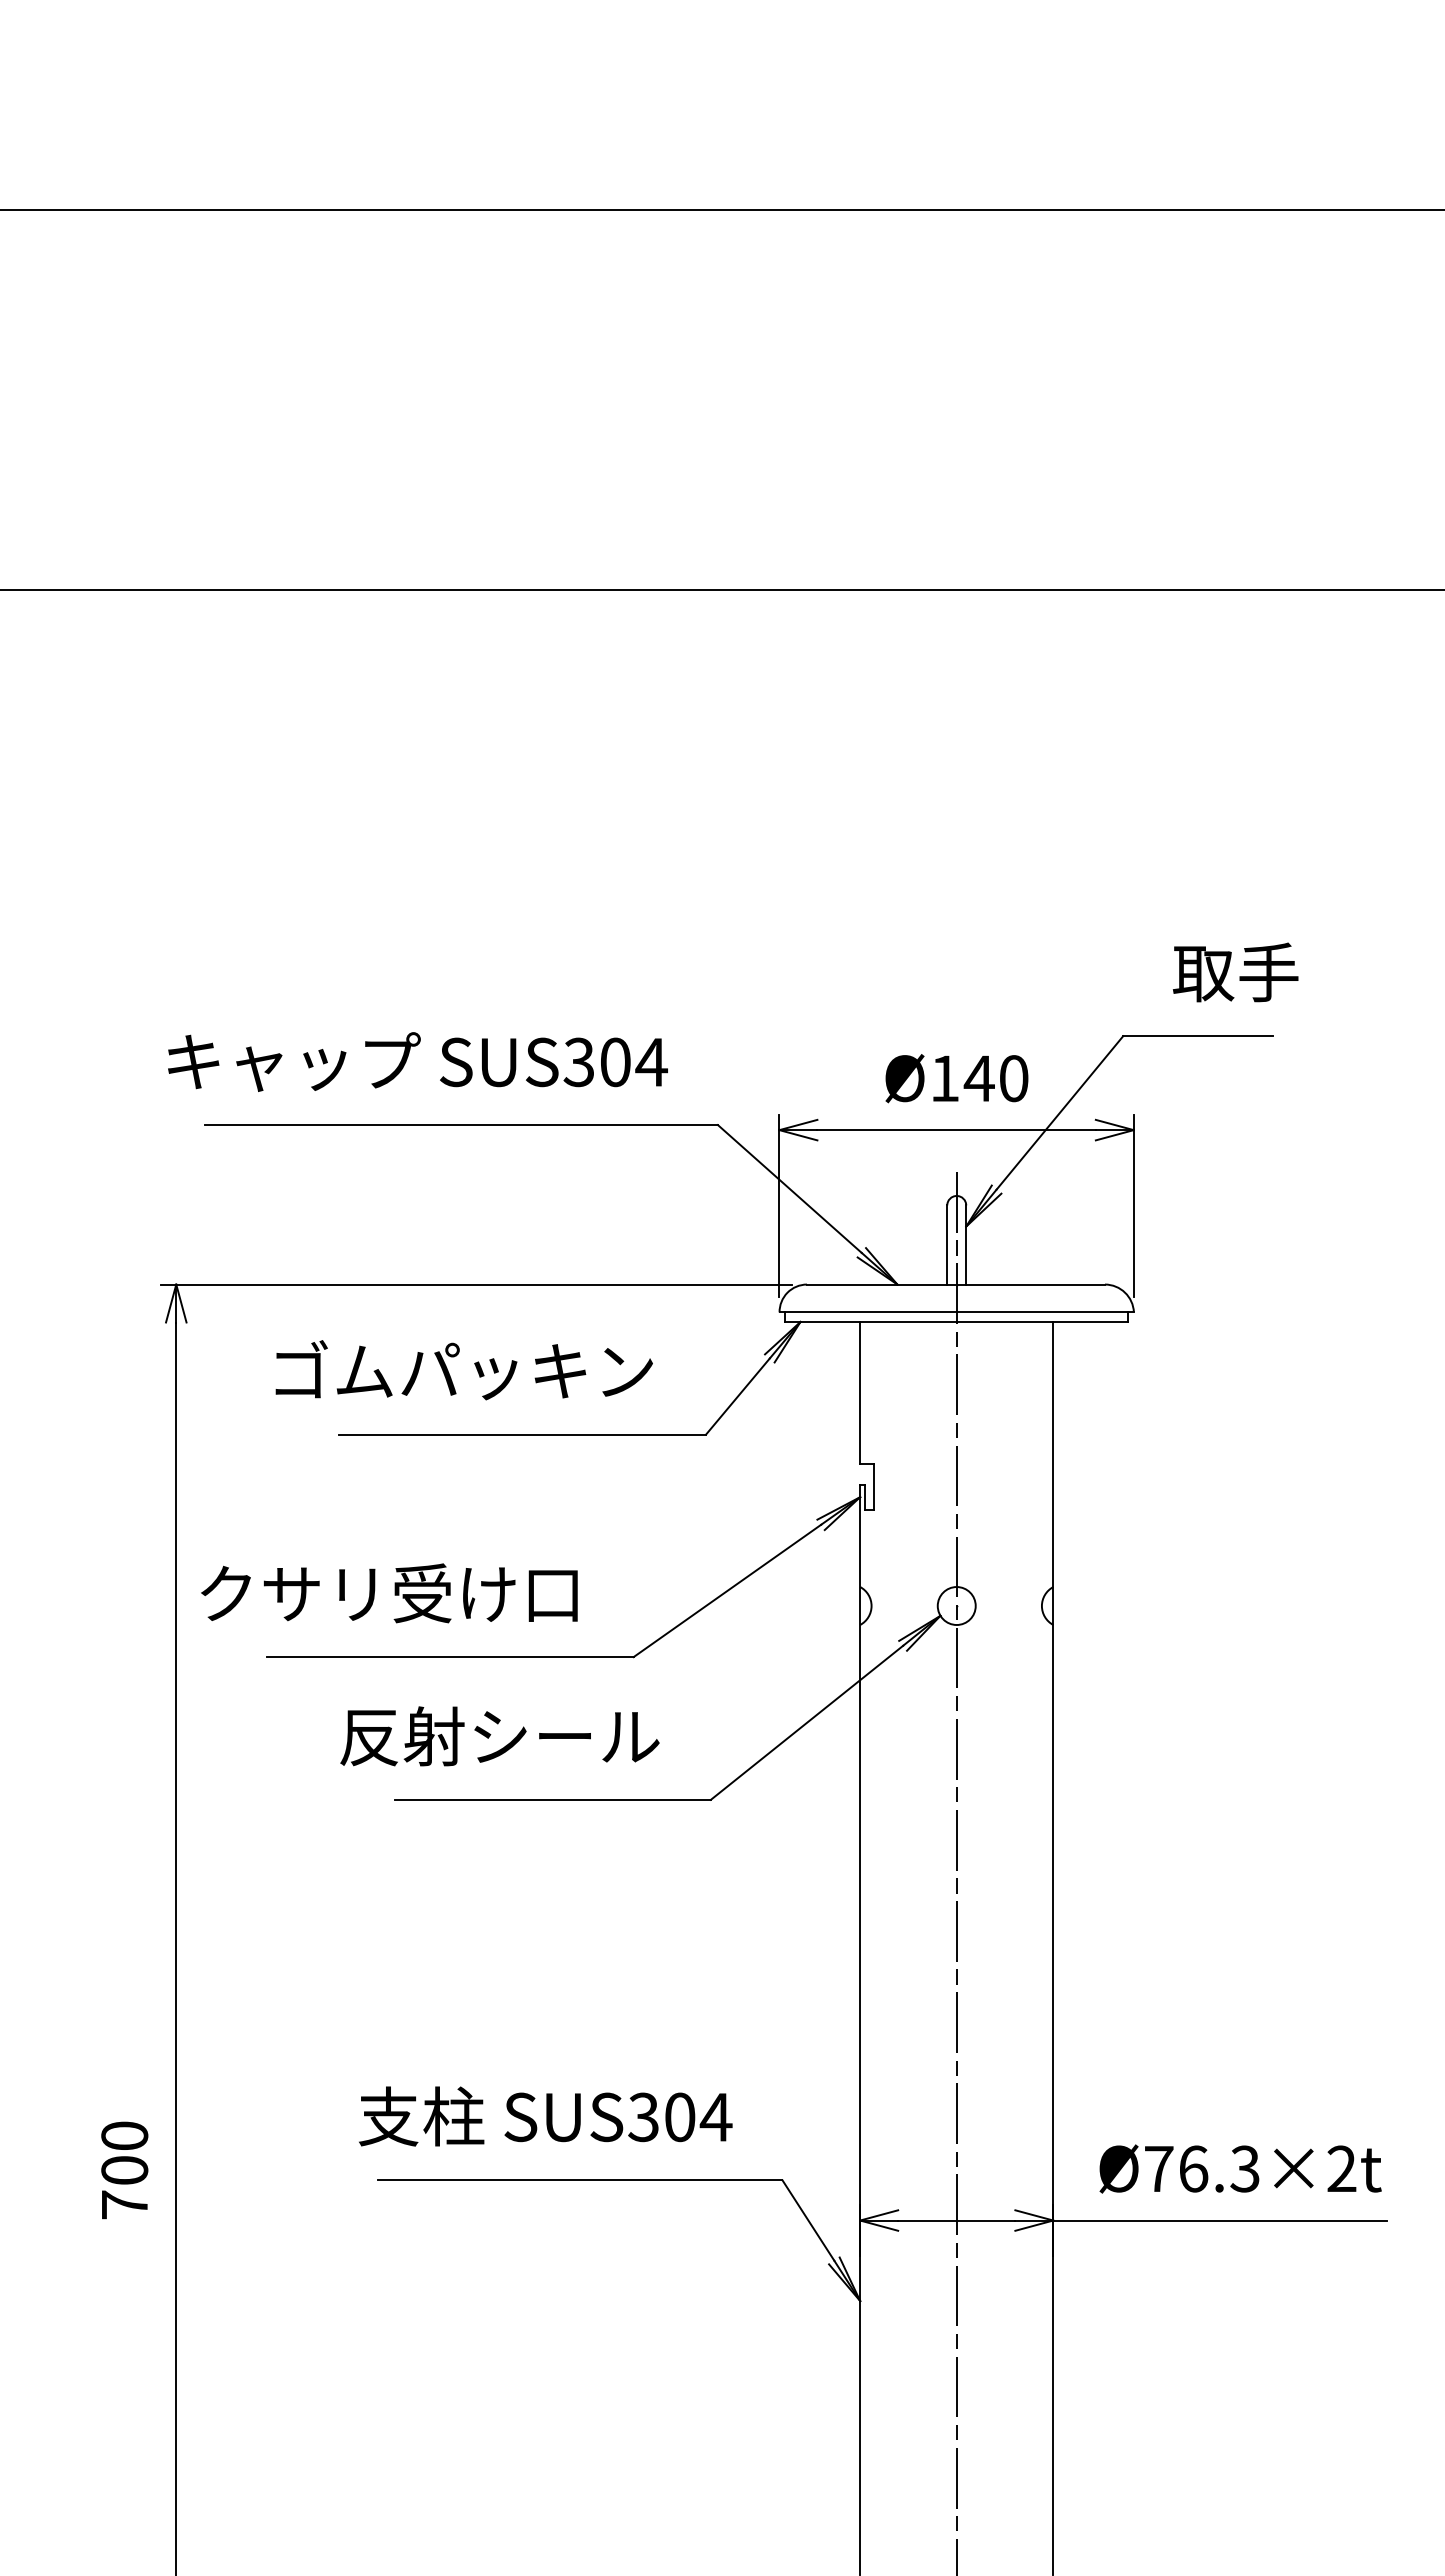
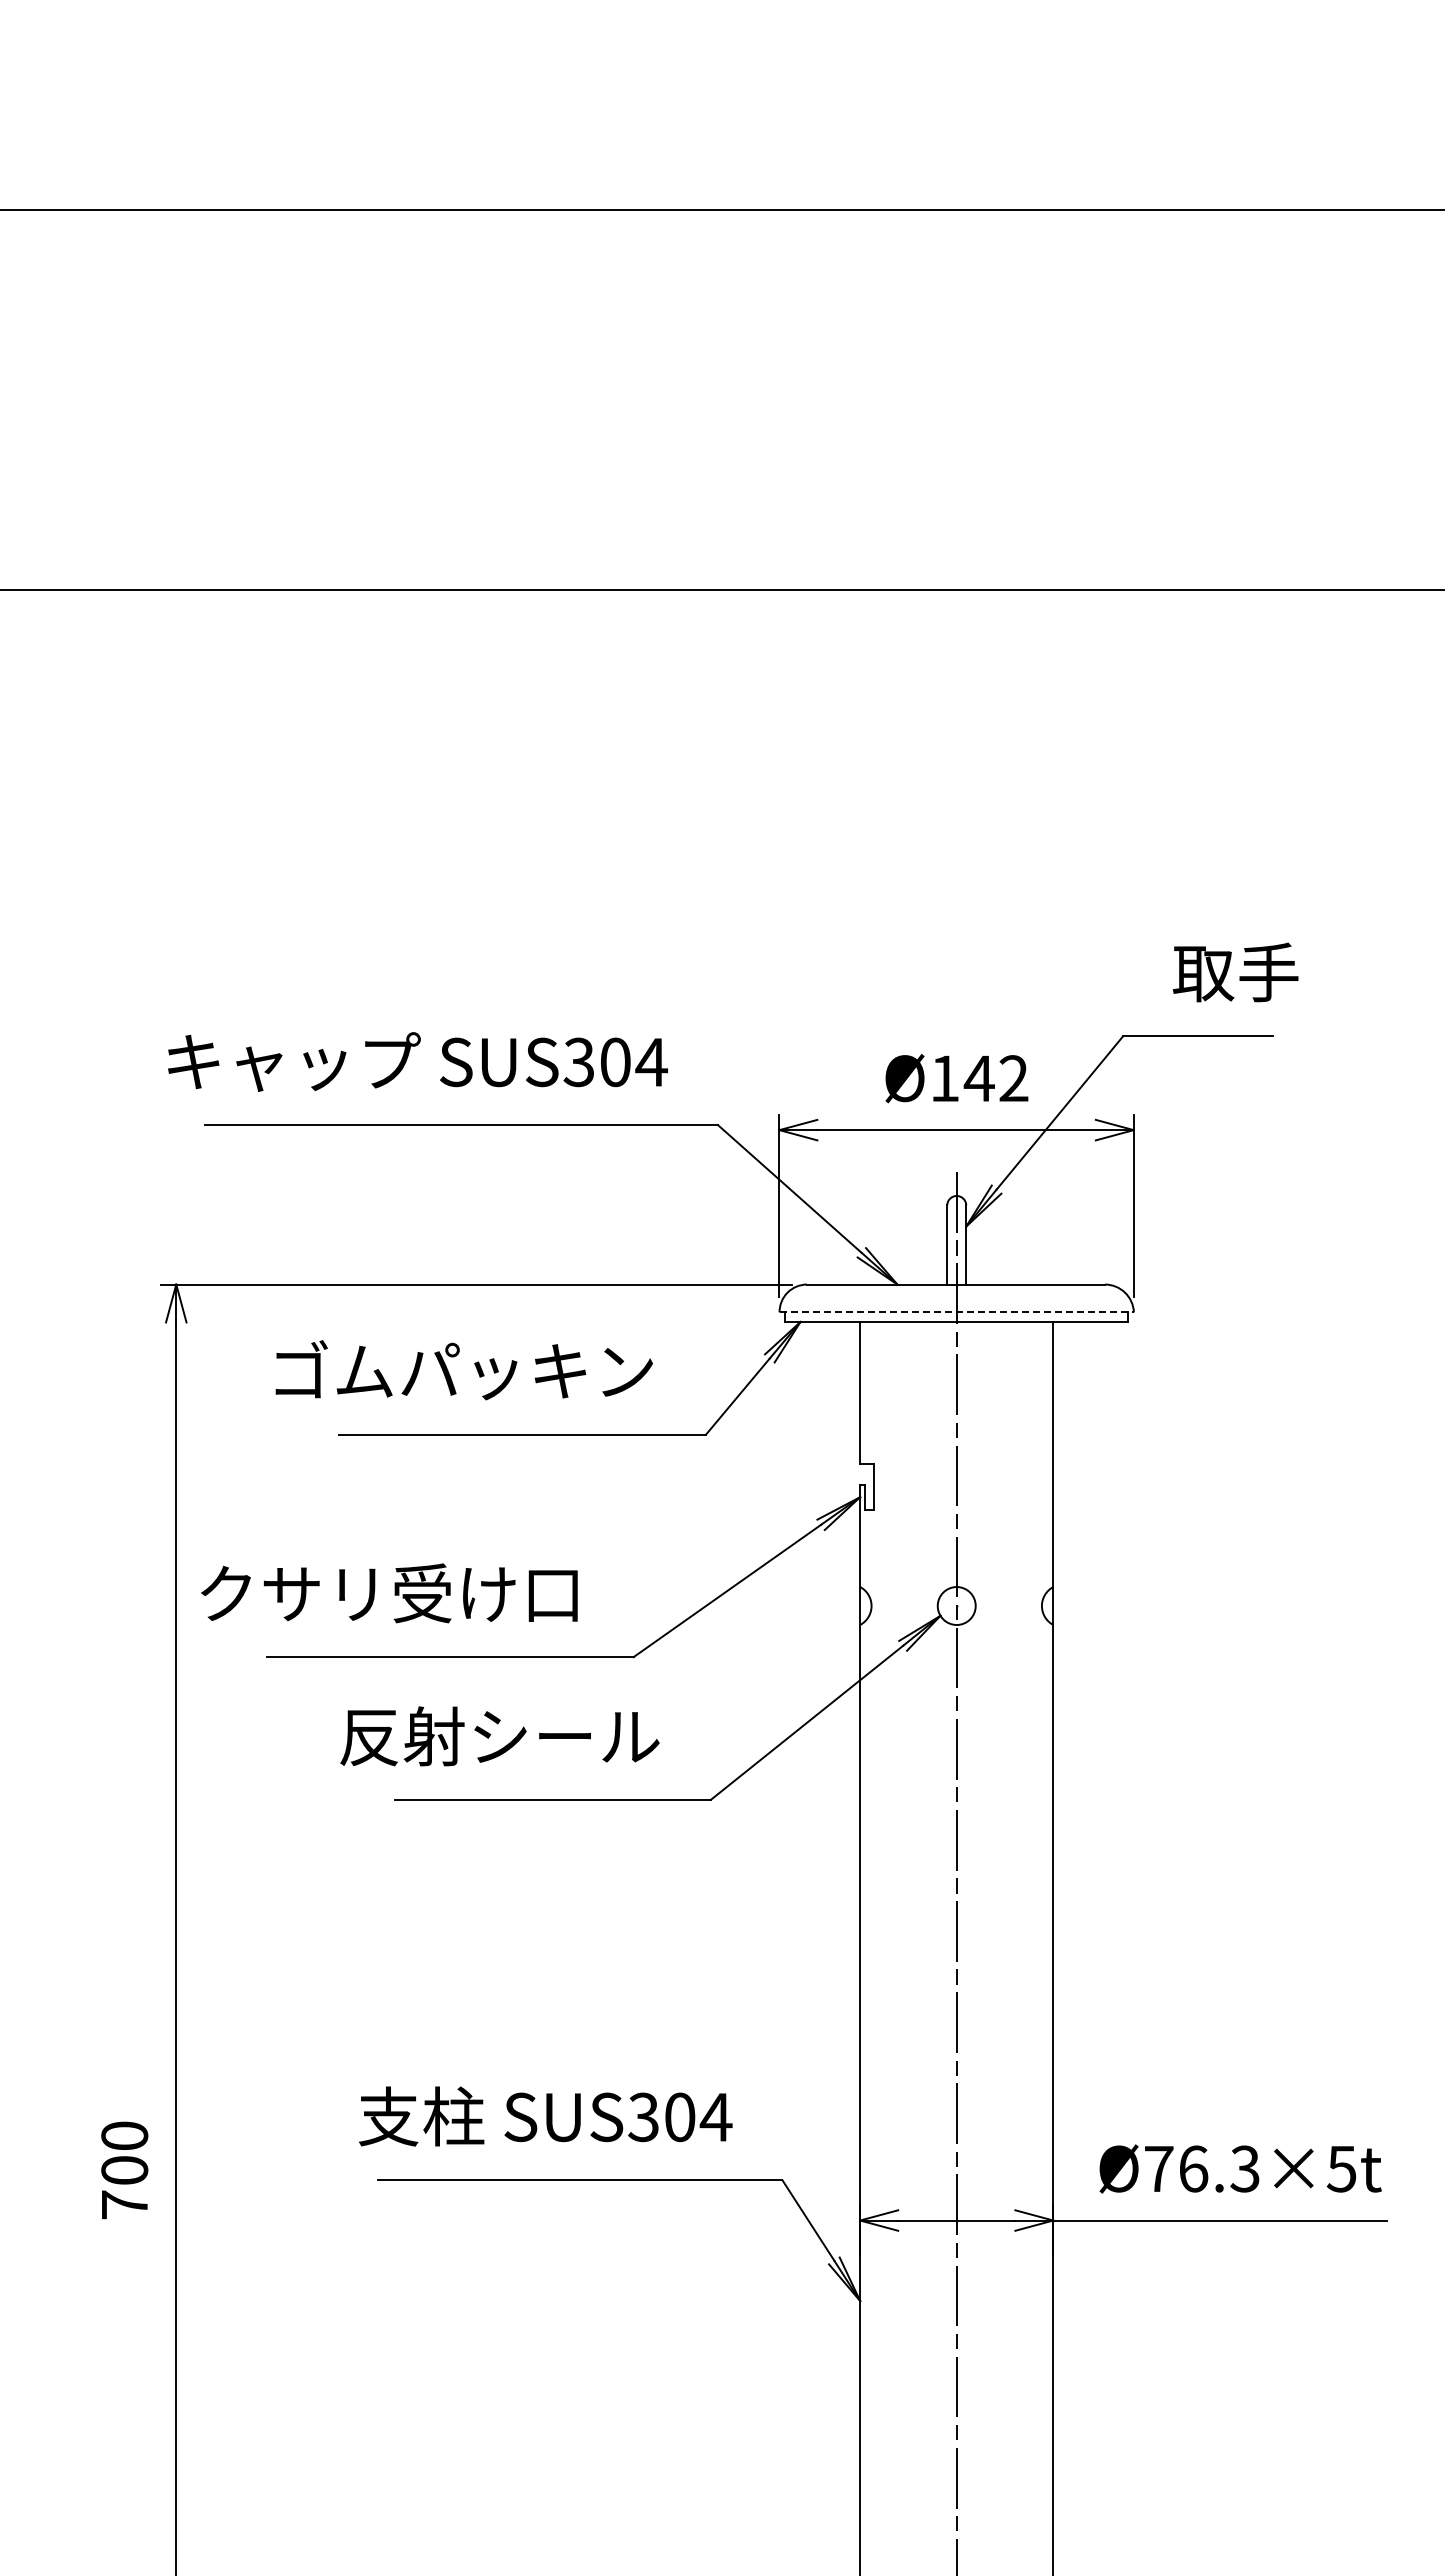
text at (1013, 1078): Ø140 -> Ø142
line at (957, 1312): solid -> dashed
text at (1341, 2168): Ø76.3×2t -> Ø76.3×5t
